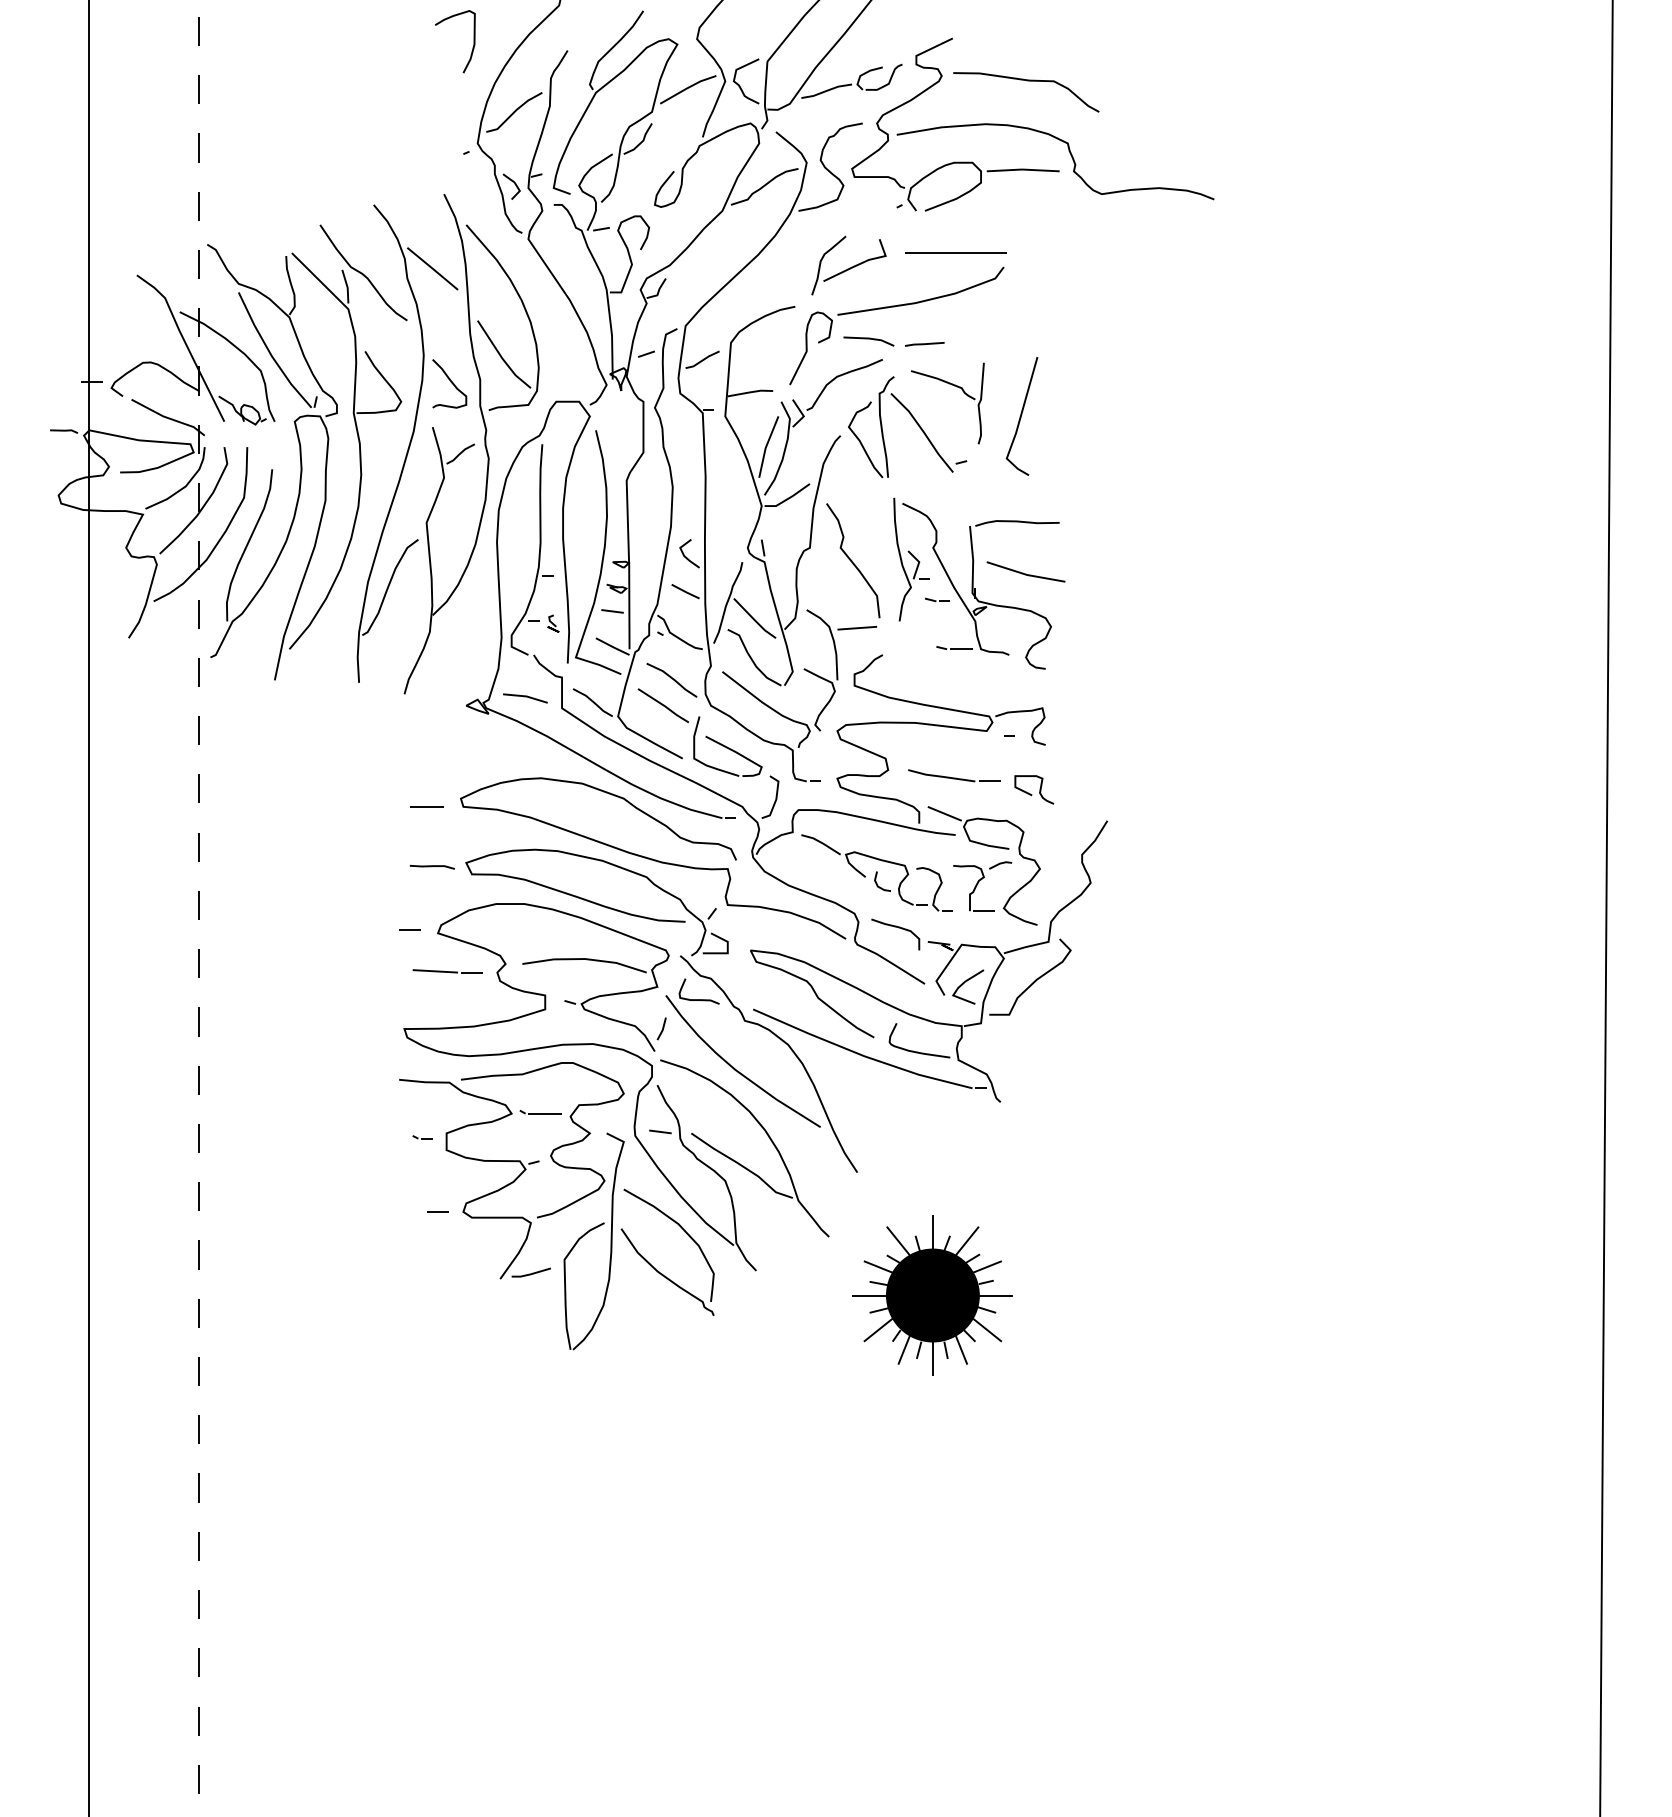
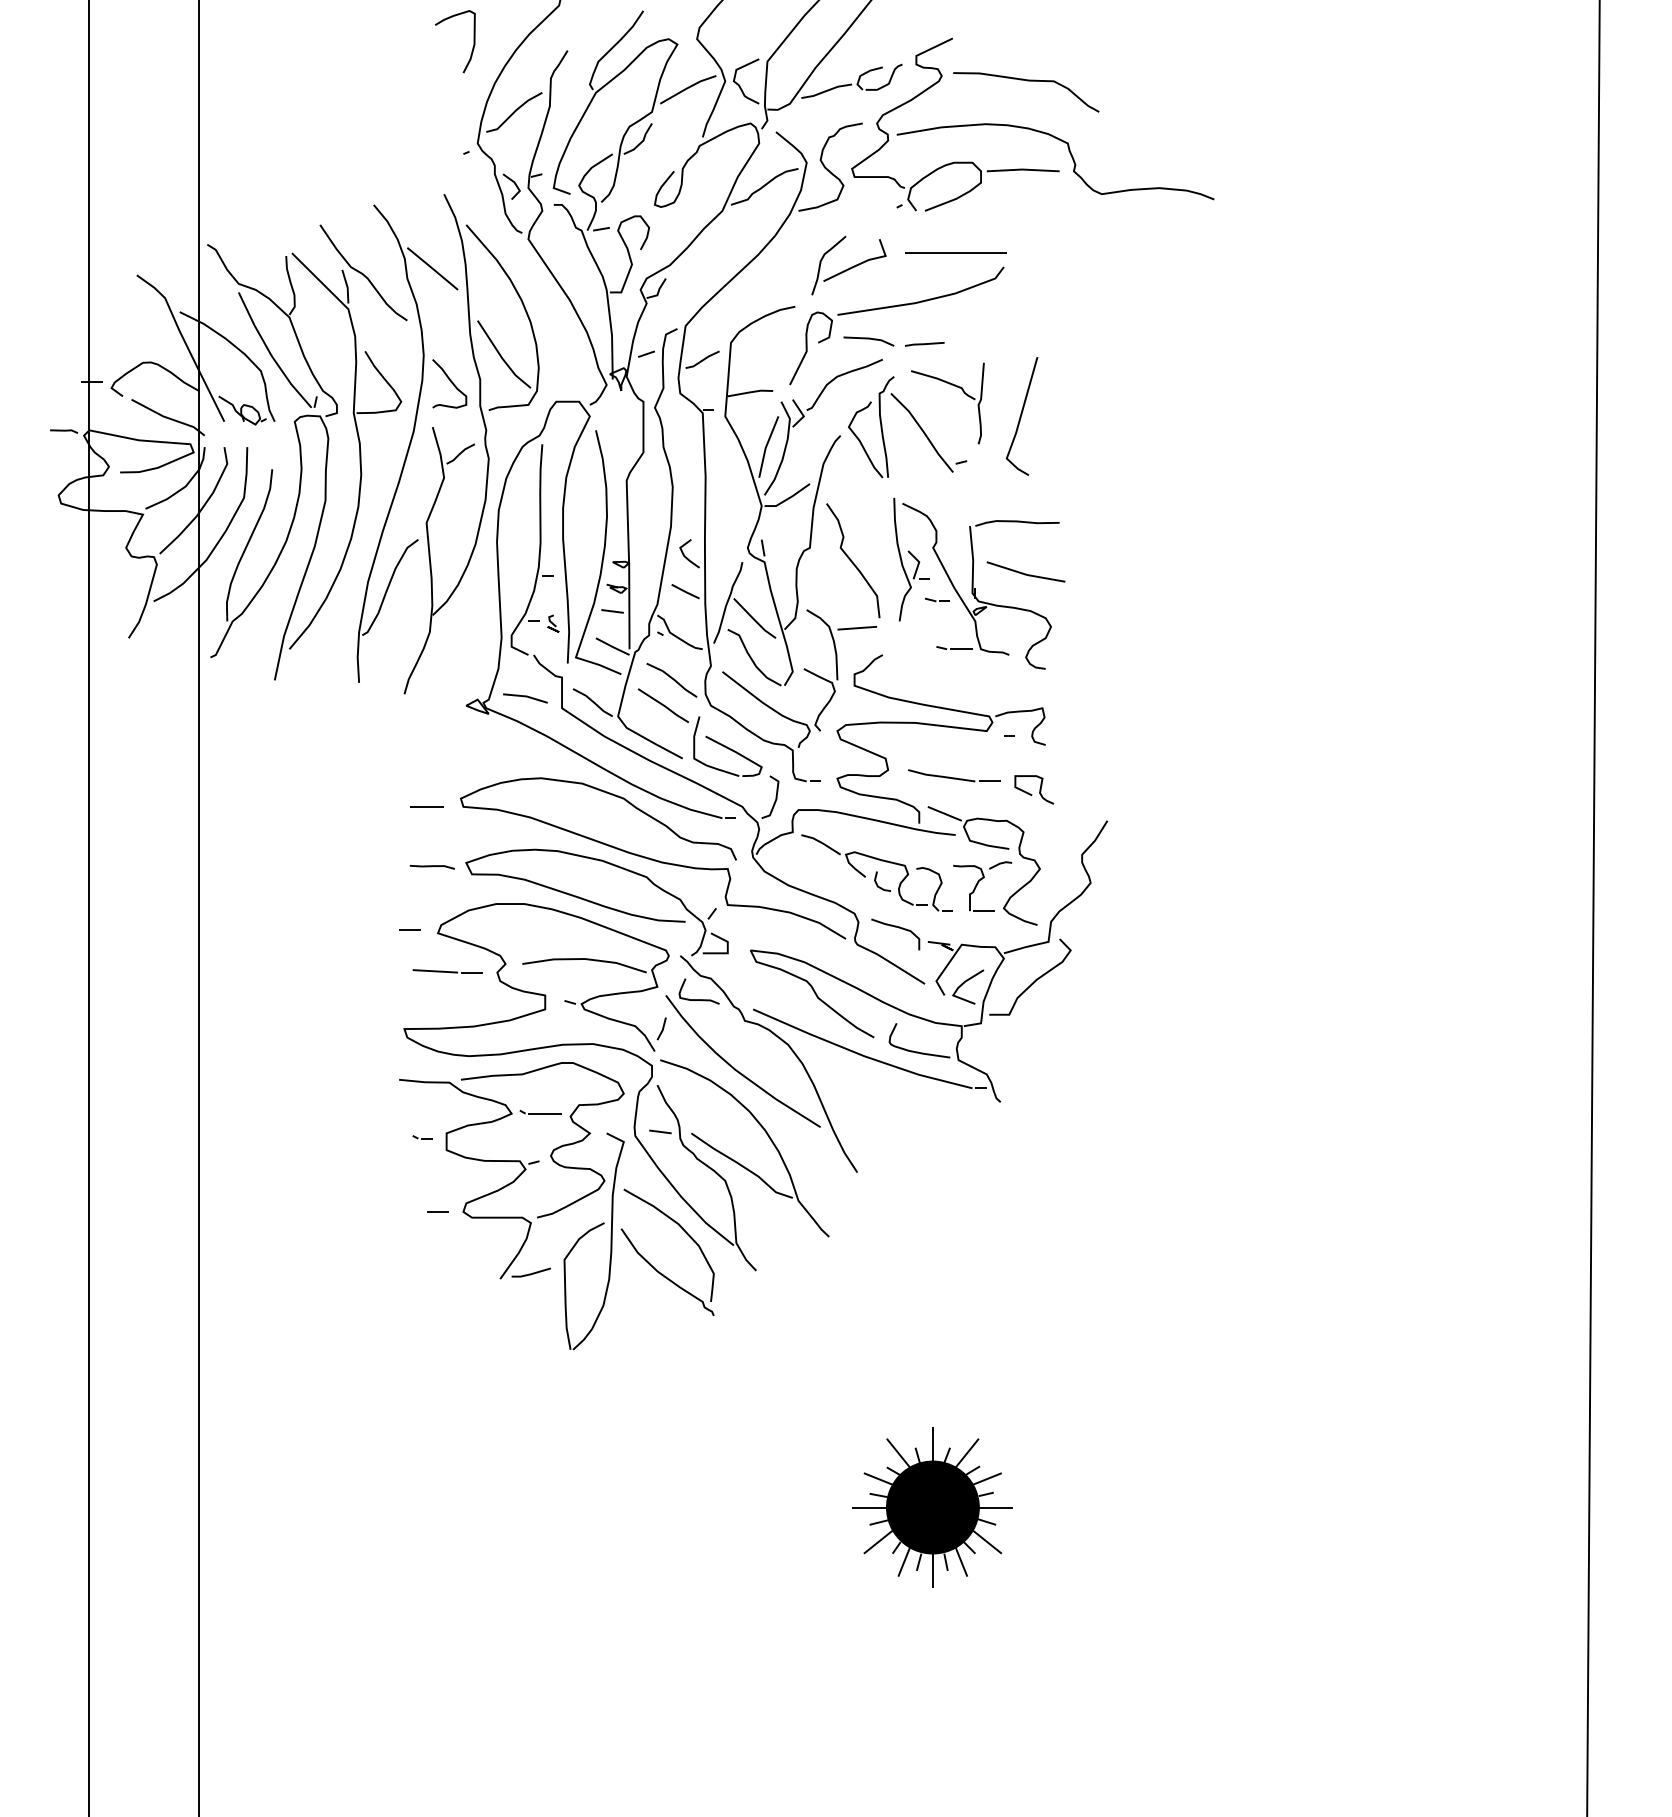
line at (1606, 907) position: (1606, 907) -> (1593, 907)
line at (198, 908): dashed -> solid
part at (932, 1295) position: (932, 1295) -> (932, 1507)
